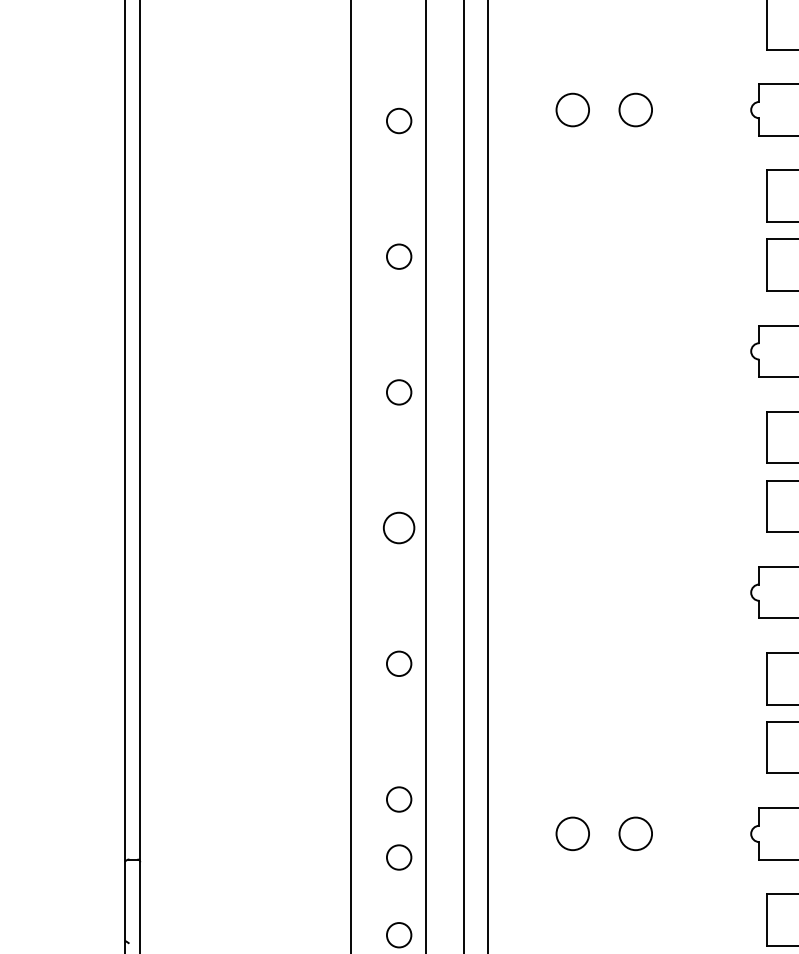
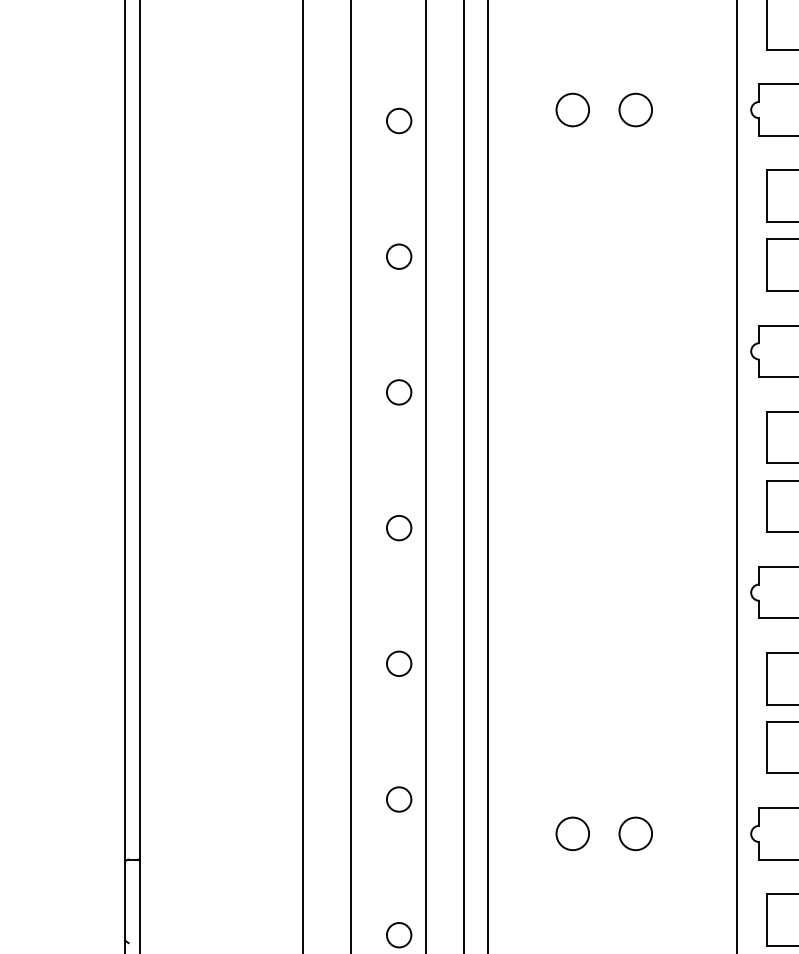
line at (303, 476): none -> present
line at (737, 476): none -> present
circle at (399, 527) size: 33x34 px -> 27x27 px
circle at (399, 857): present -> none
